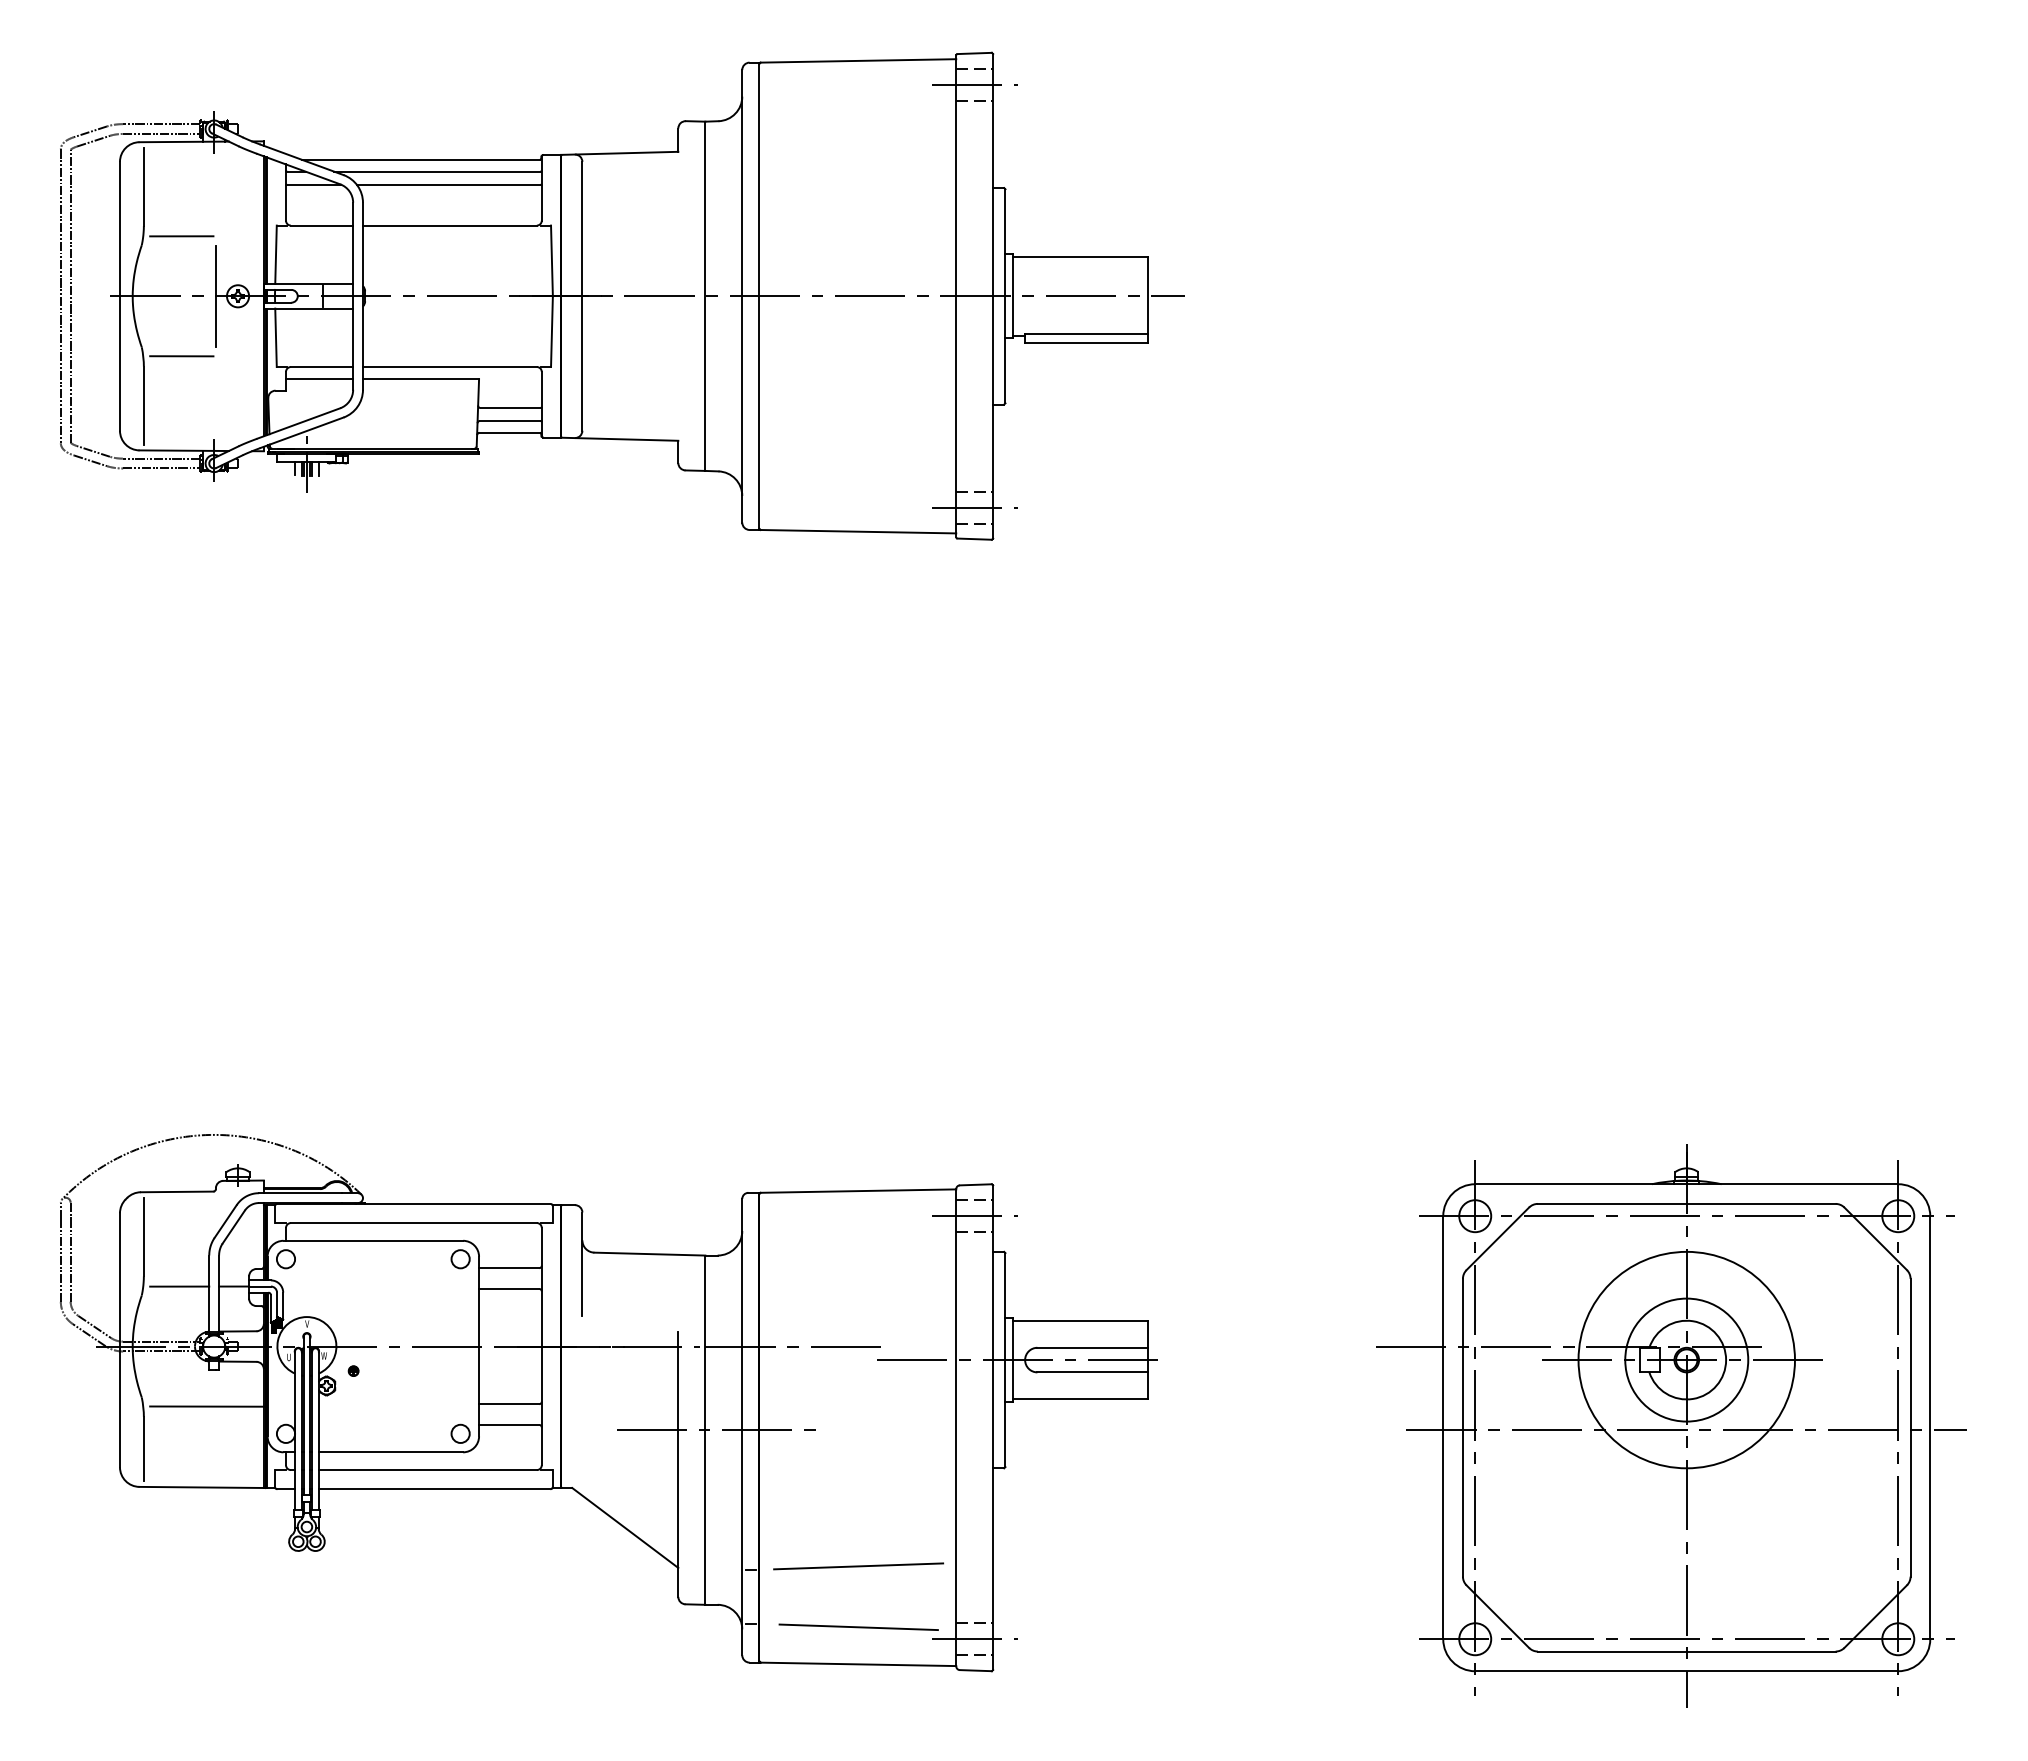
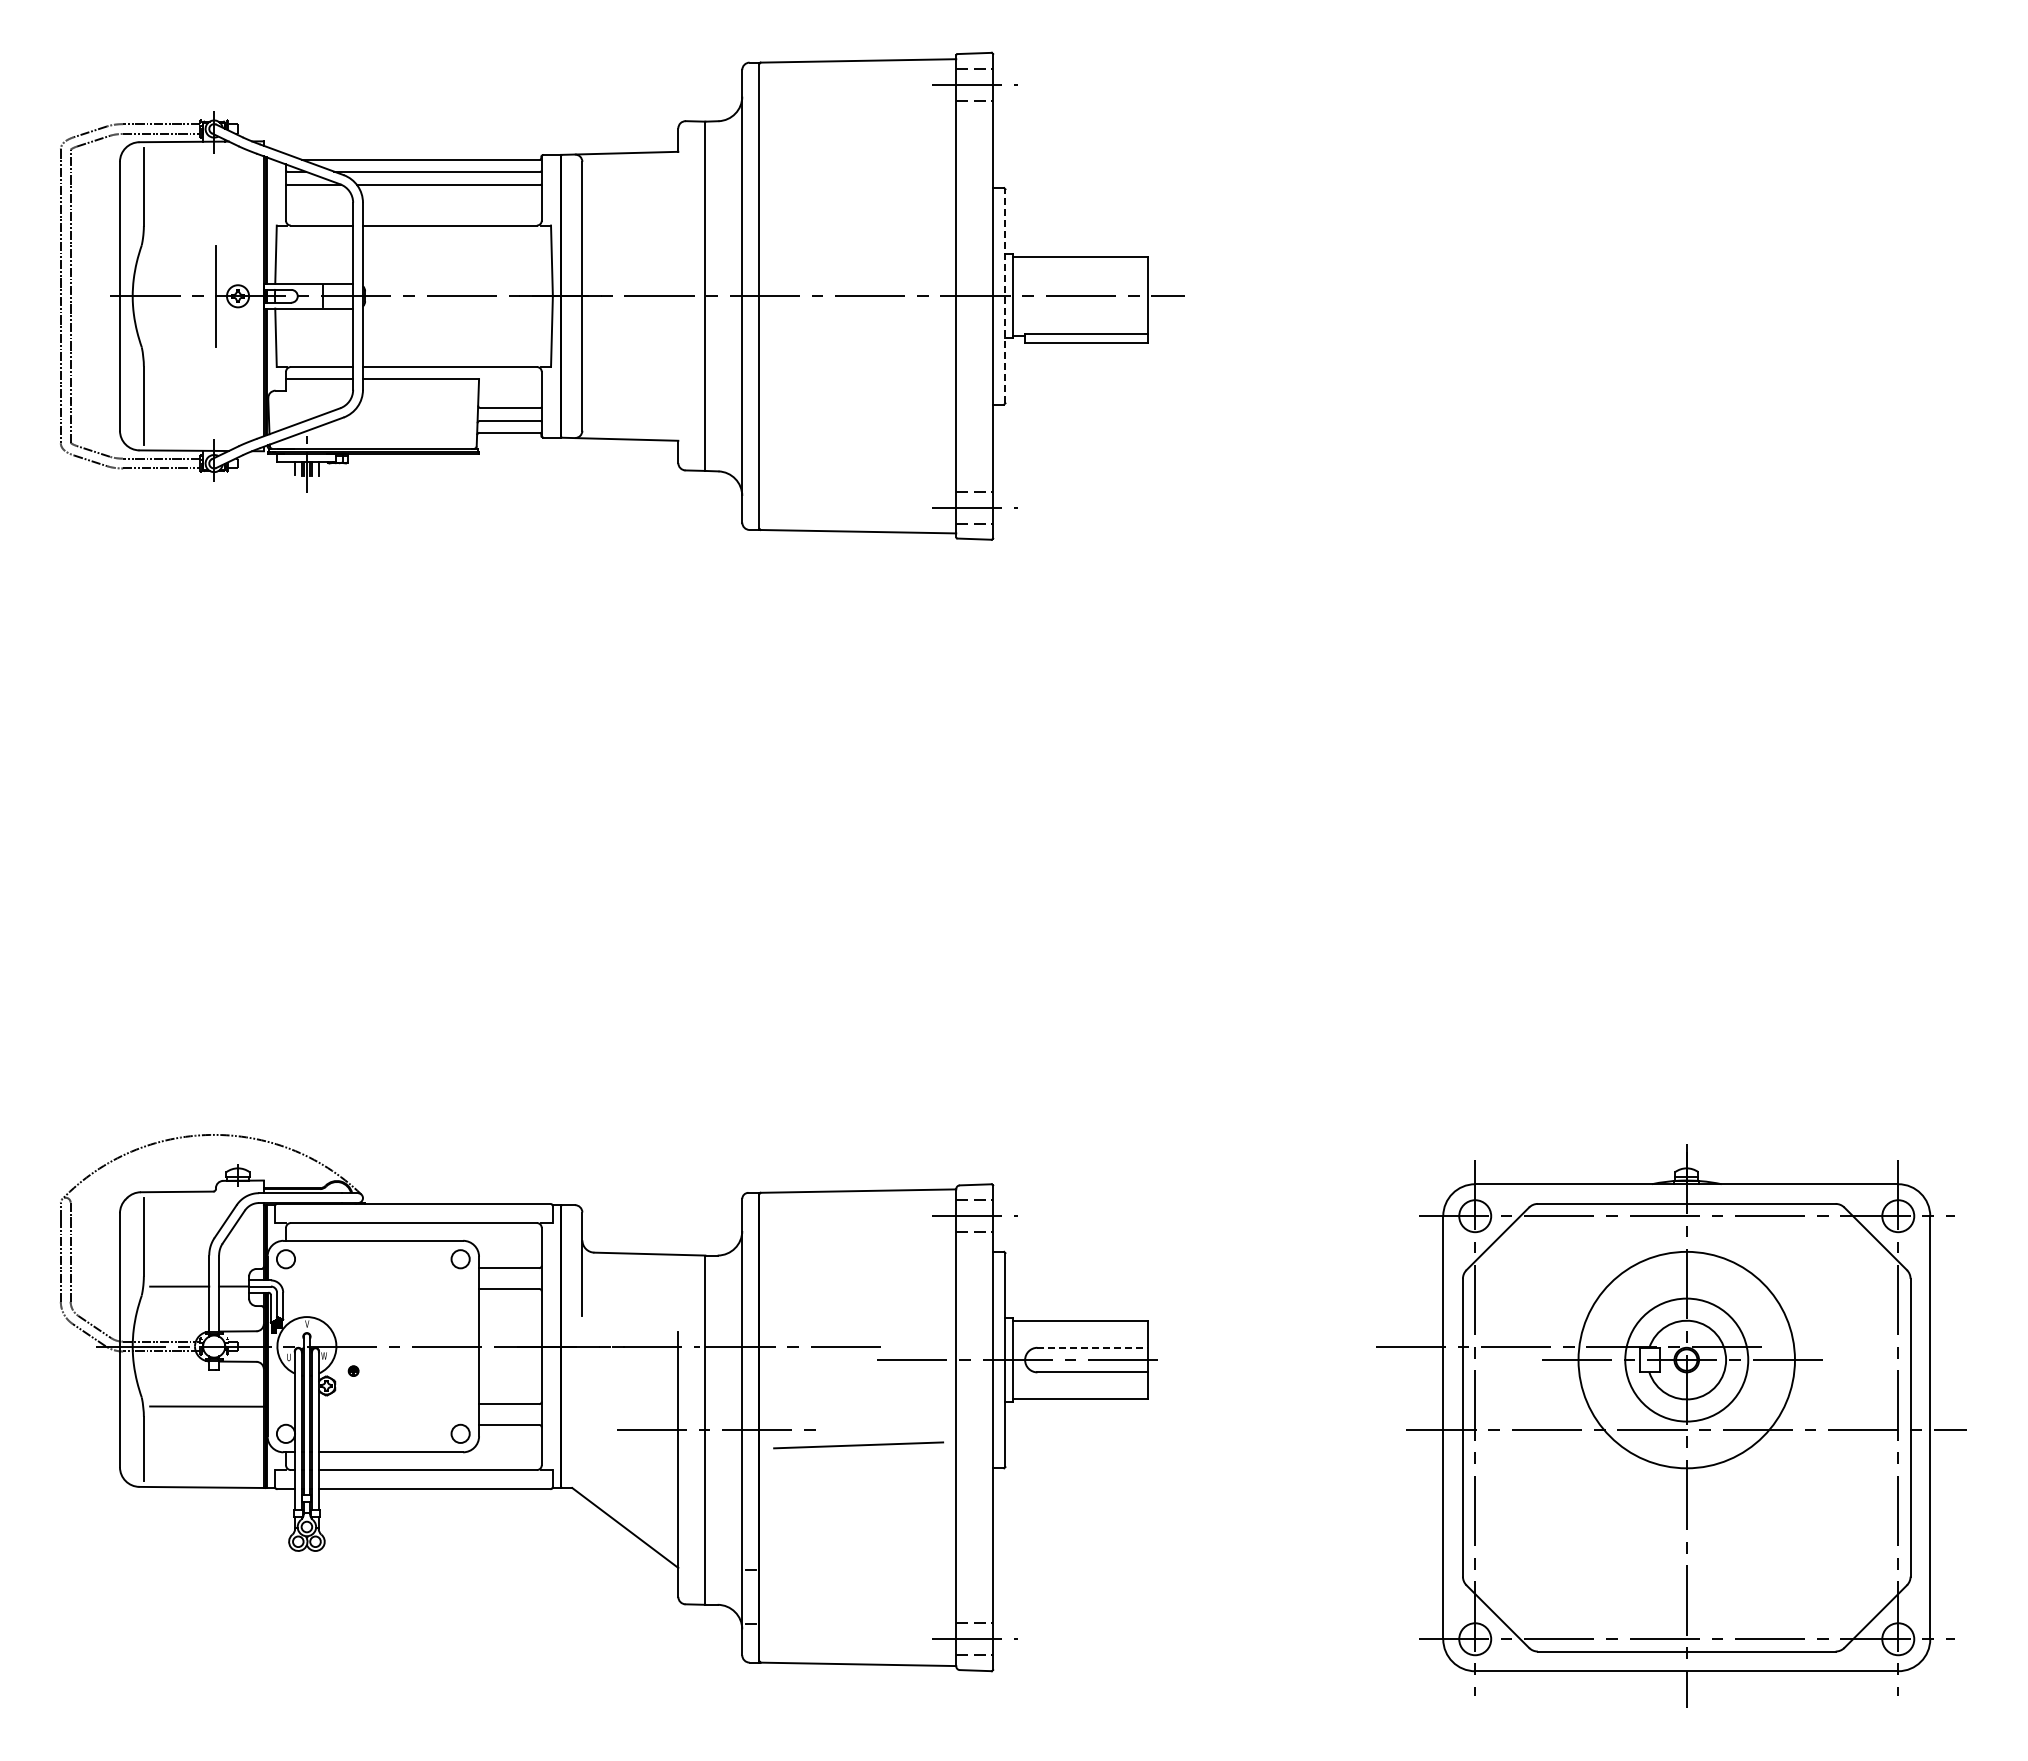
line at (181, 236): present -> none
line at (1005, 296): solid -> dashed
line at (181, 356): present -> none
line at (1093, 1347): solid -> dashed
line at (858, 1566) position: (858, 1566) -> (858, 1445)
line at (858, 1627): present -> none
